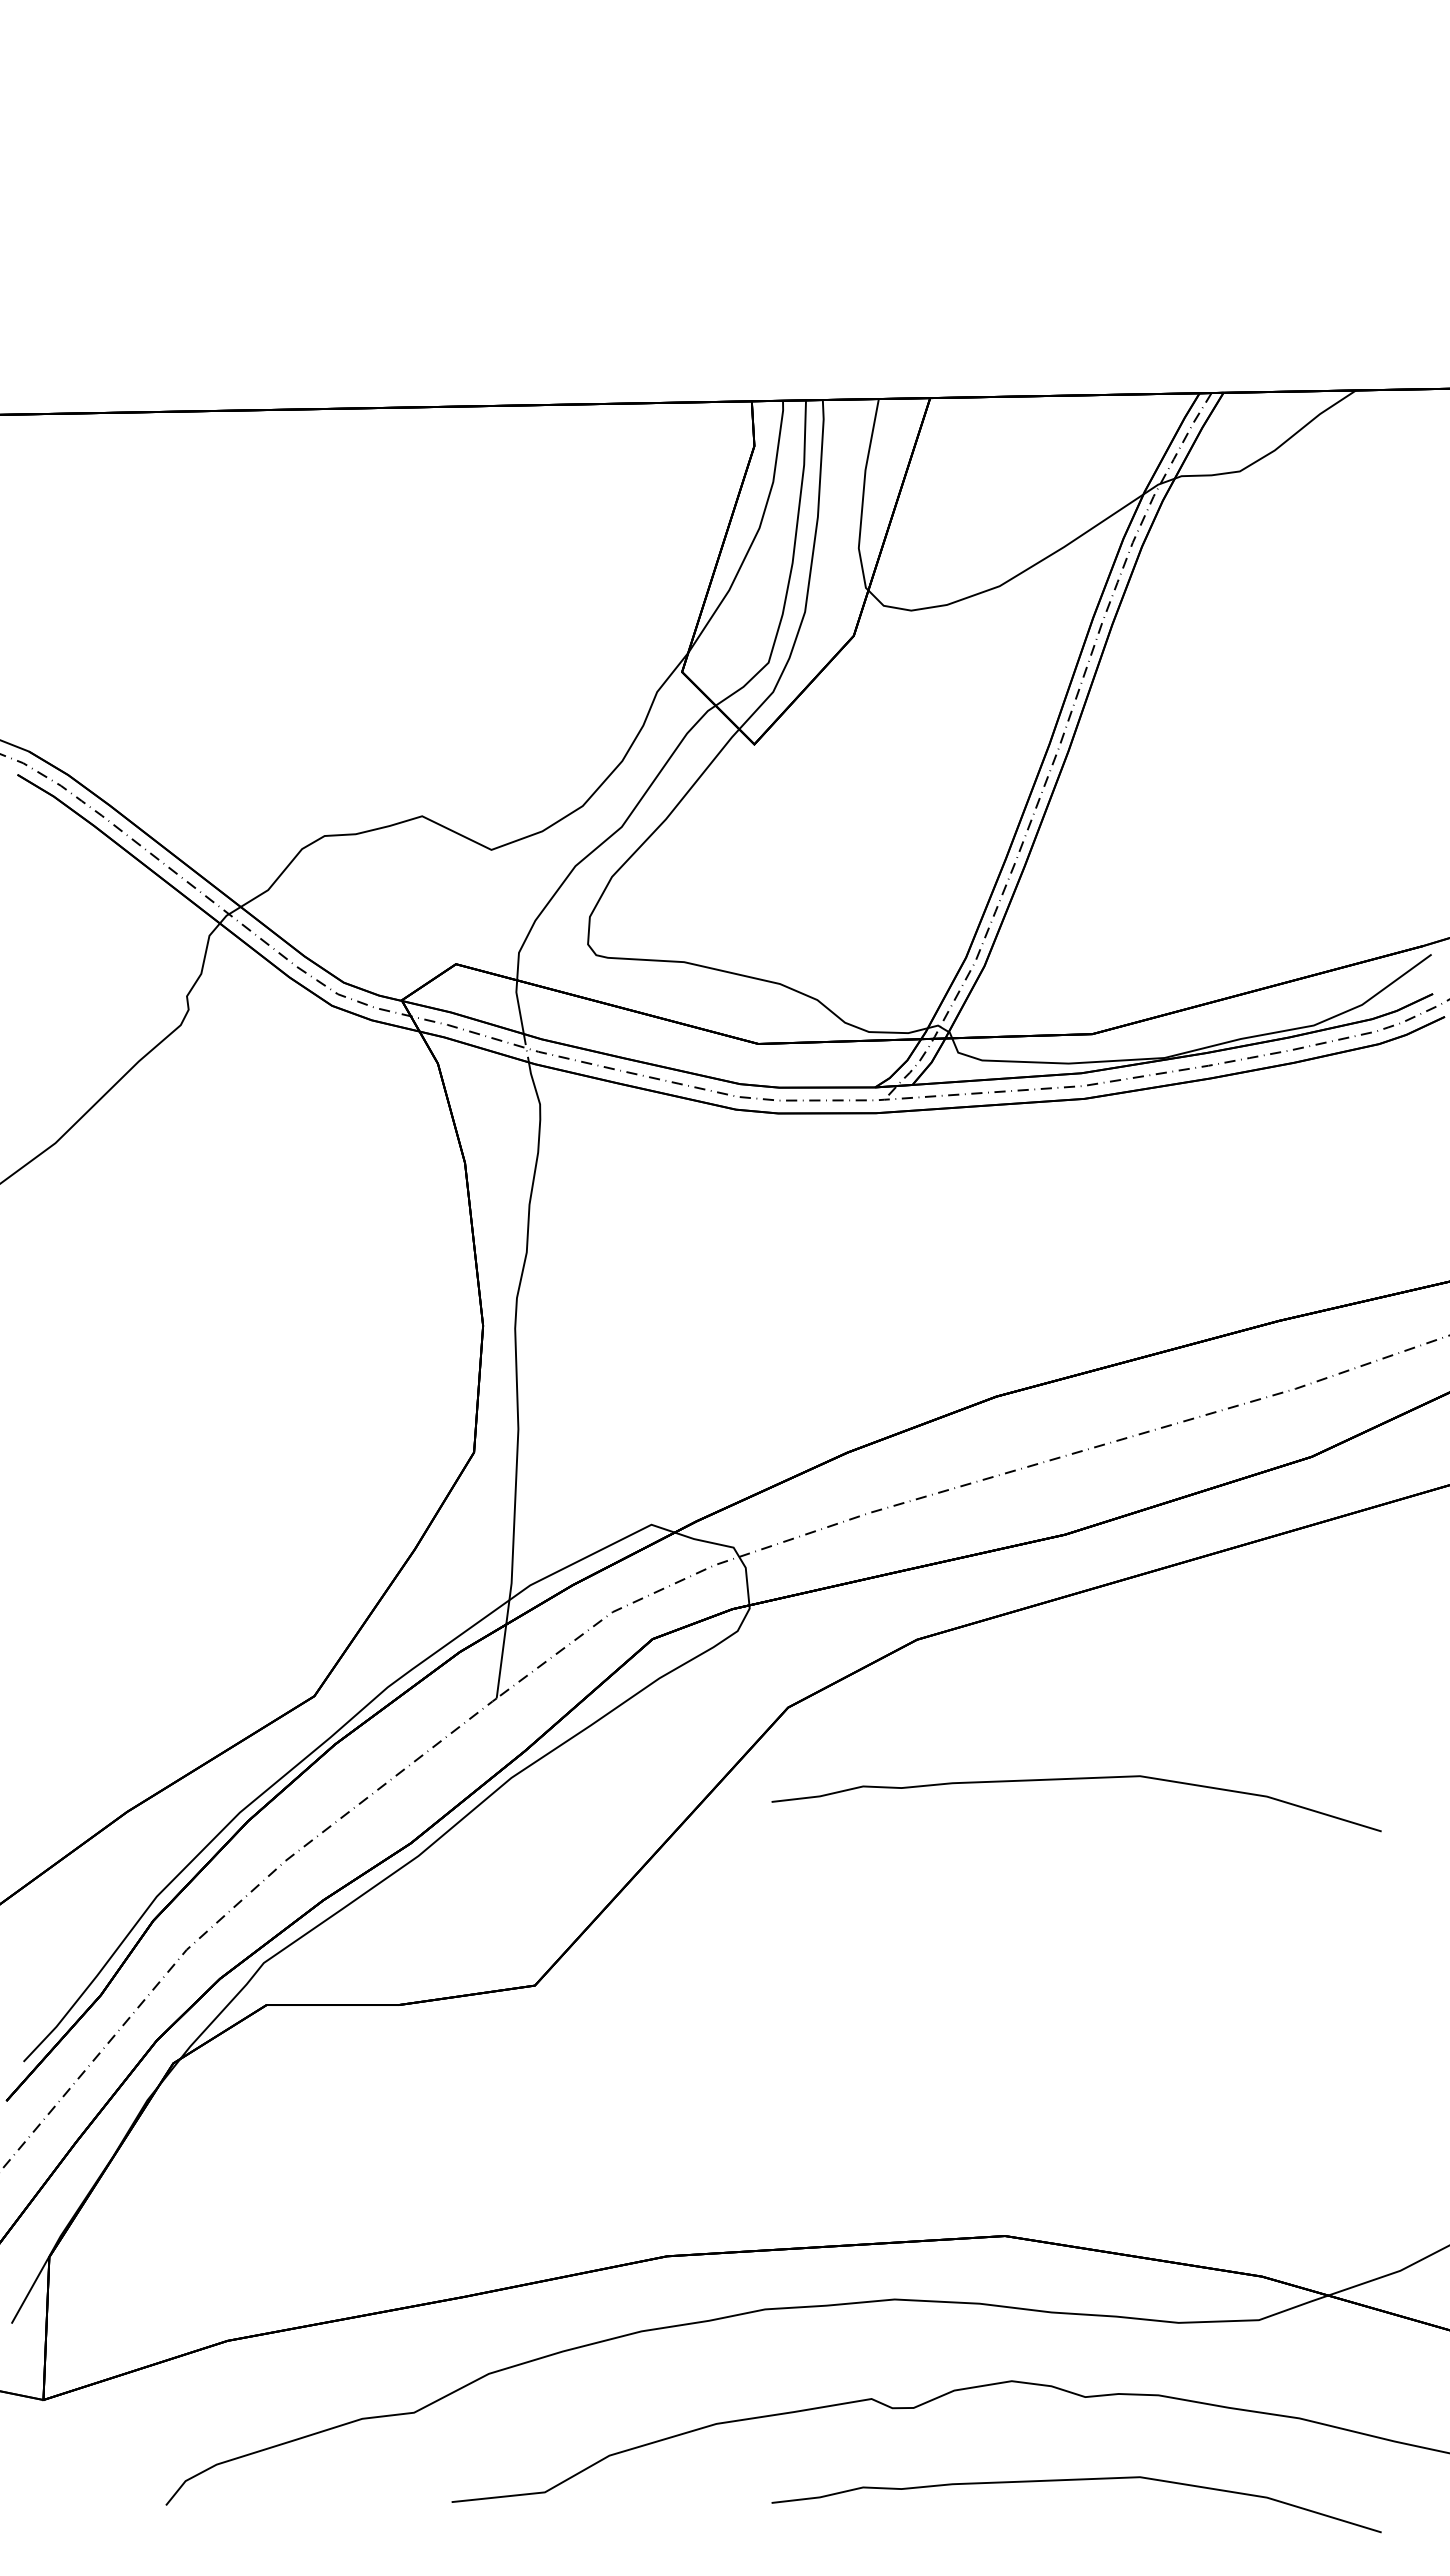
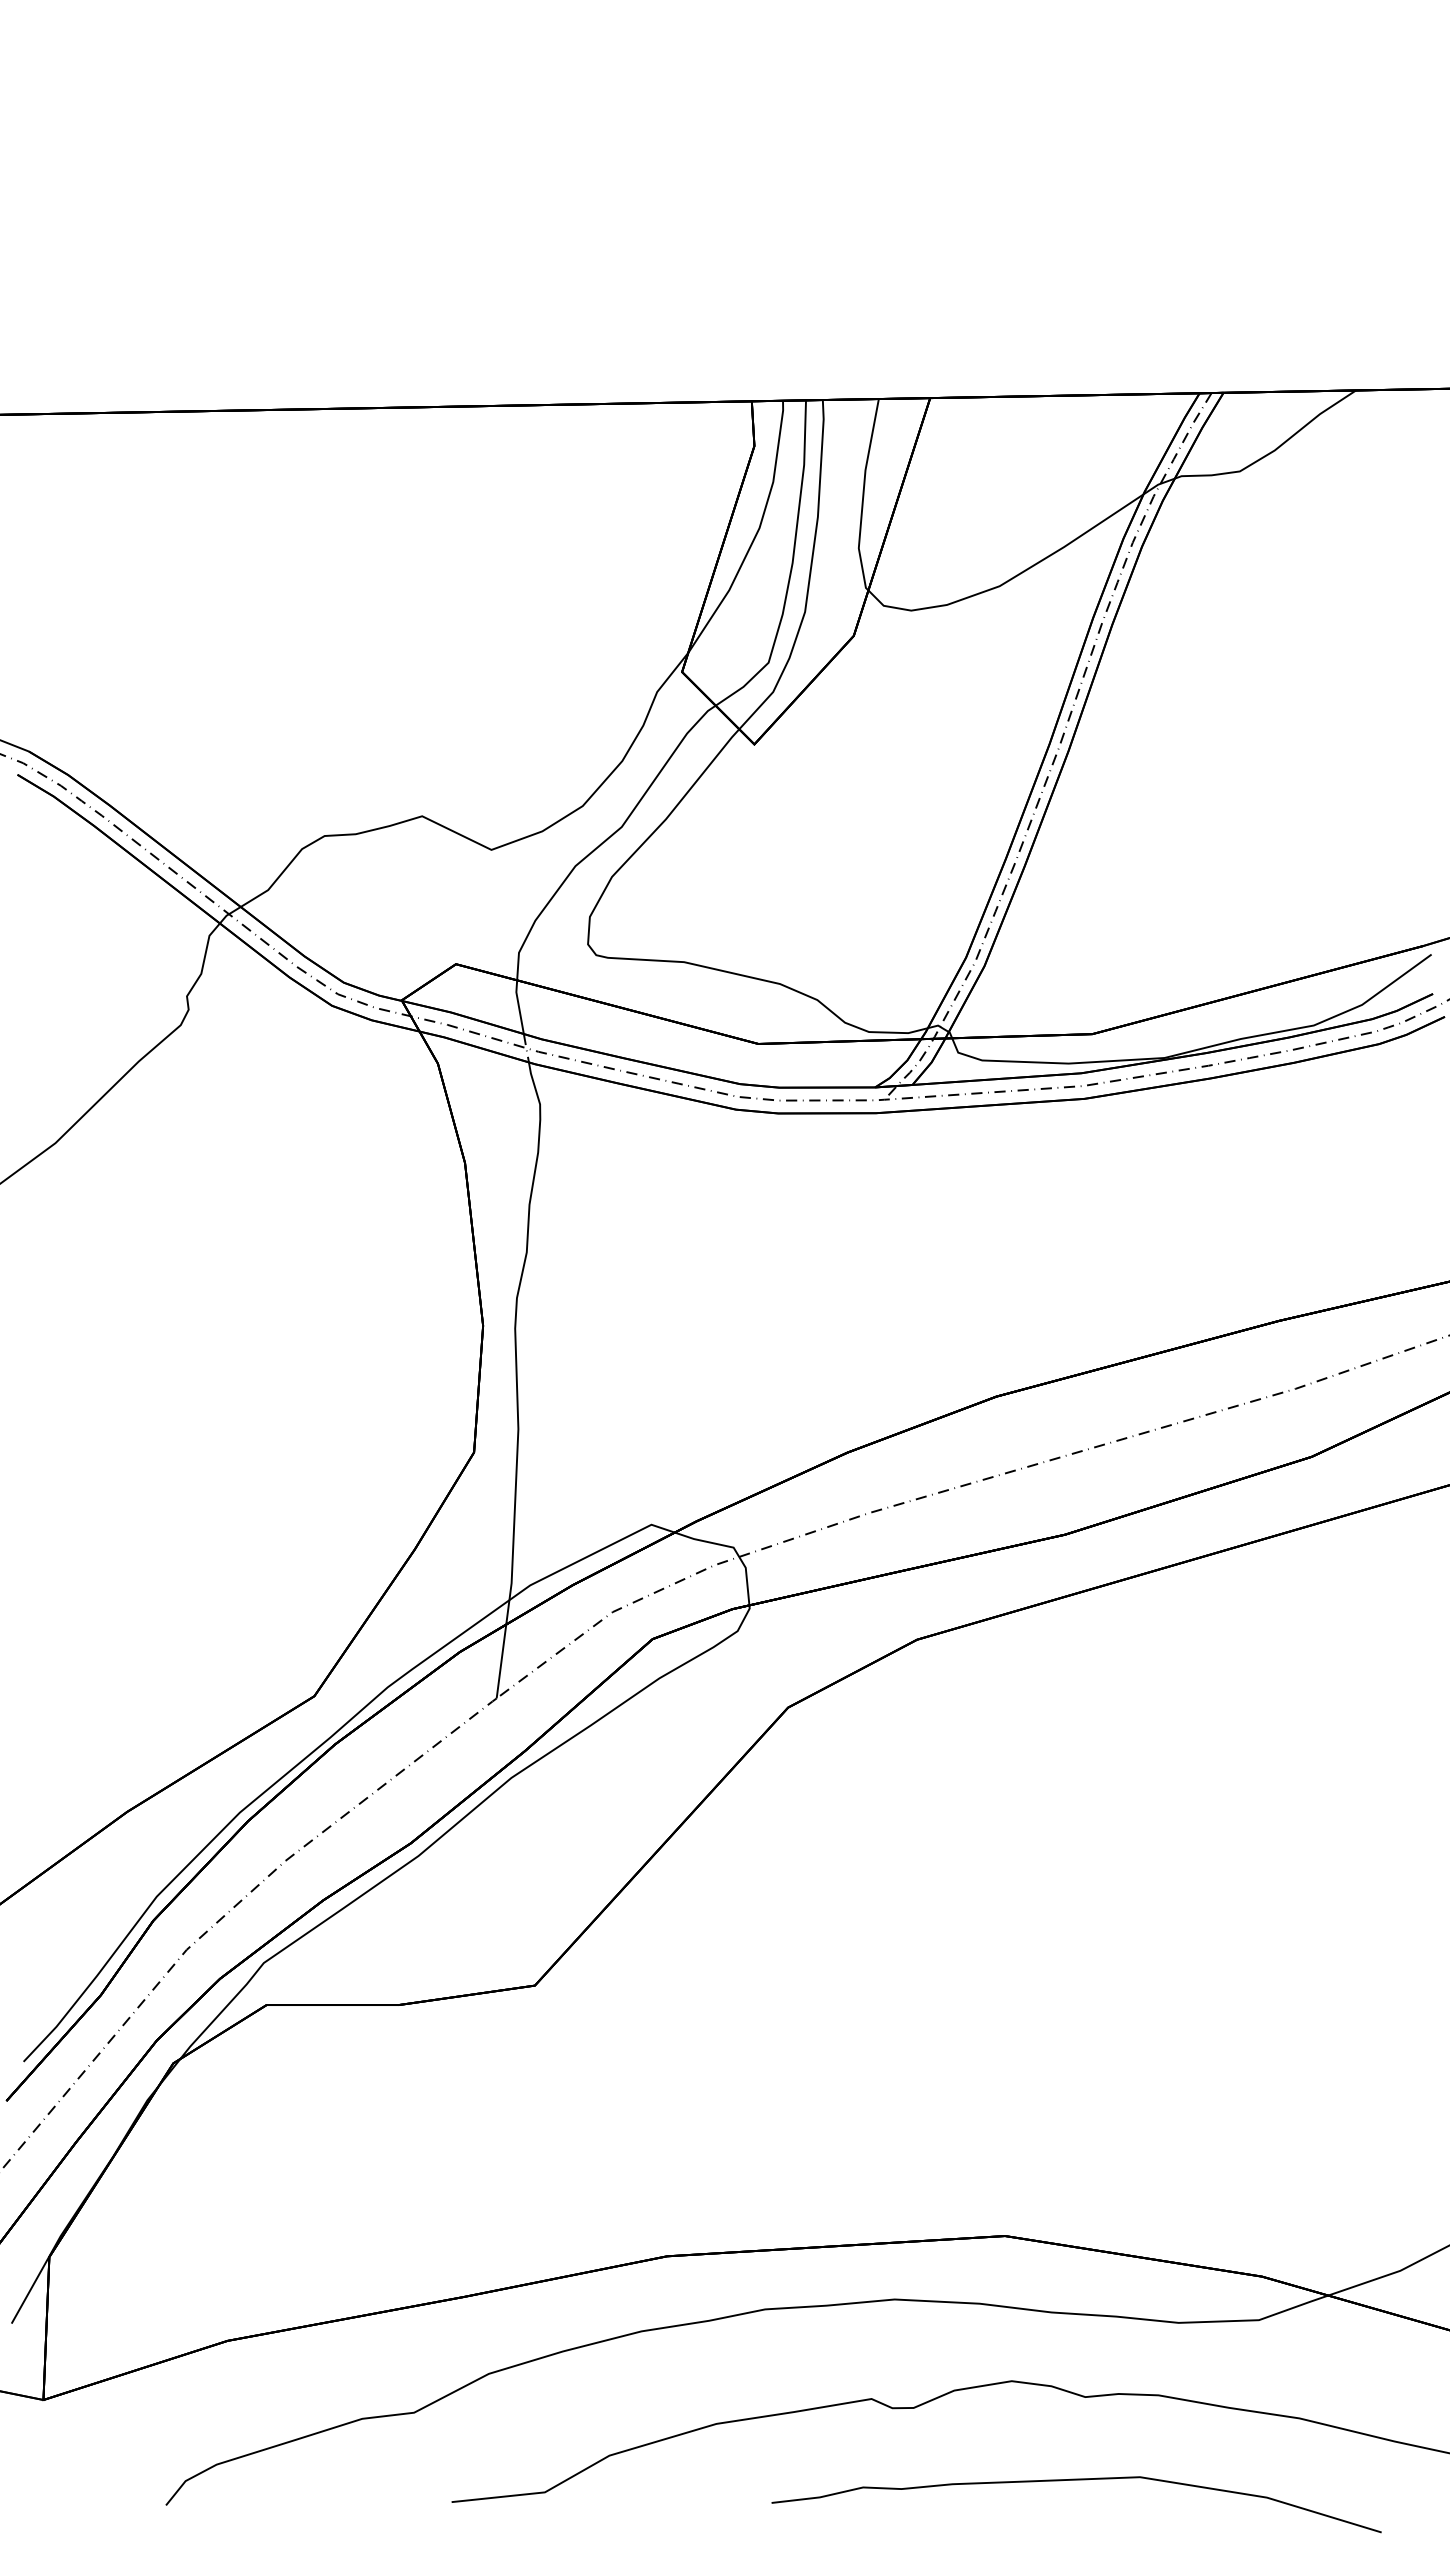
curve at (1076, 1779): present -> none
